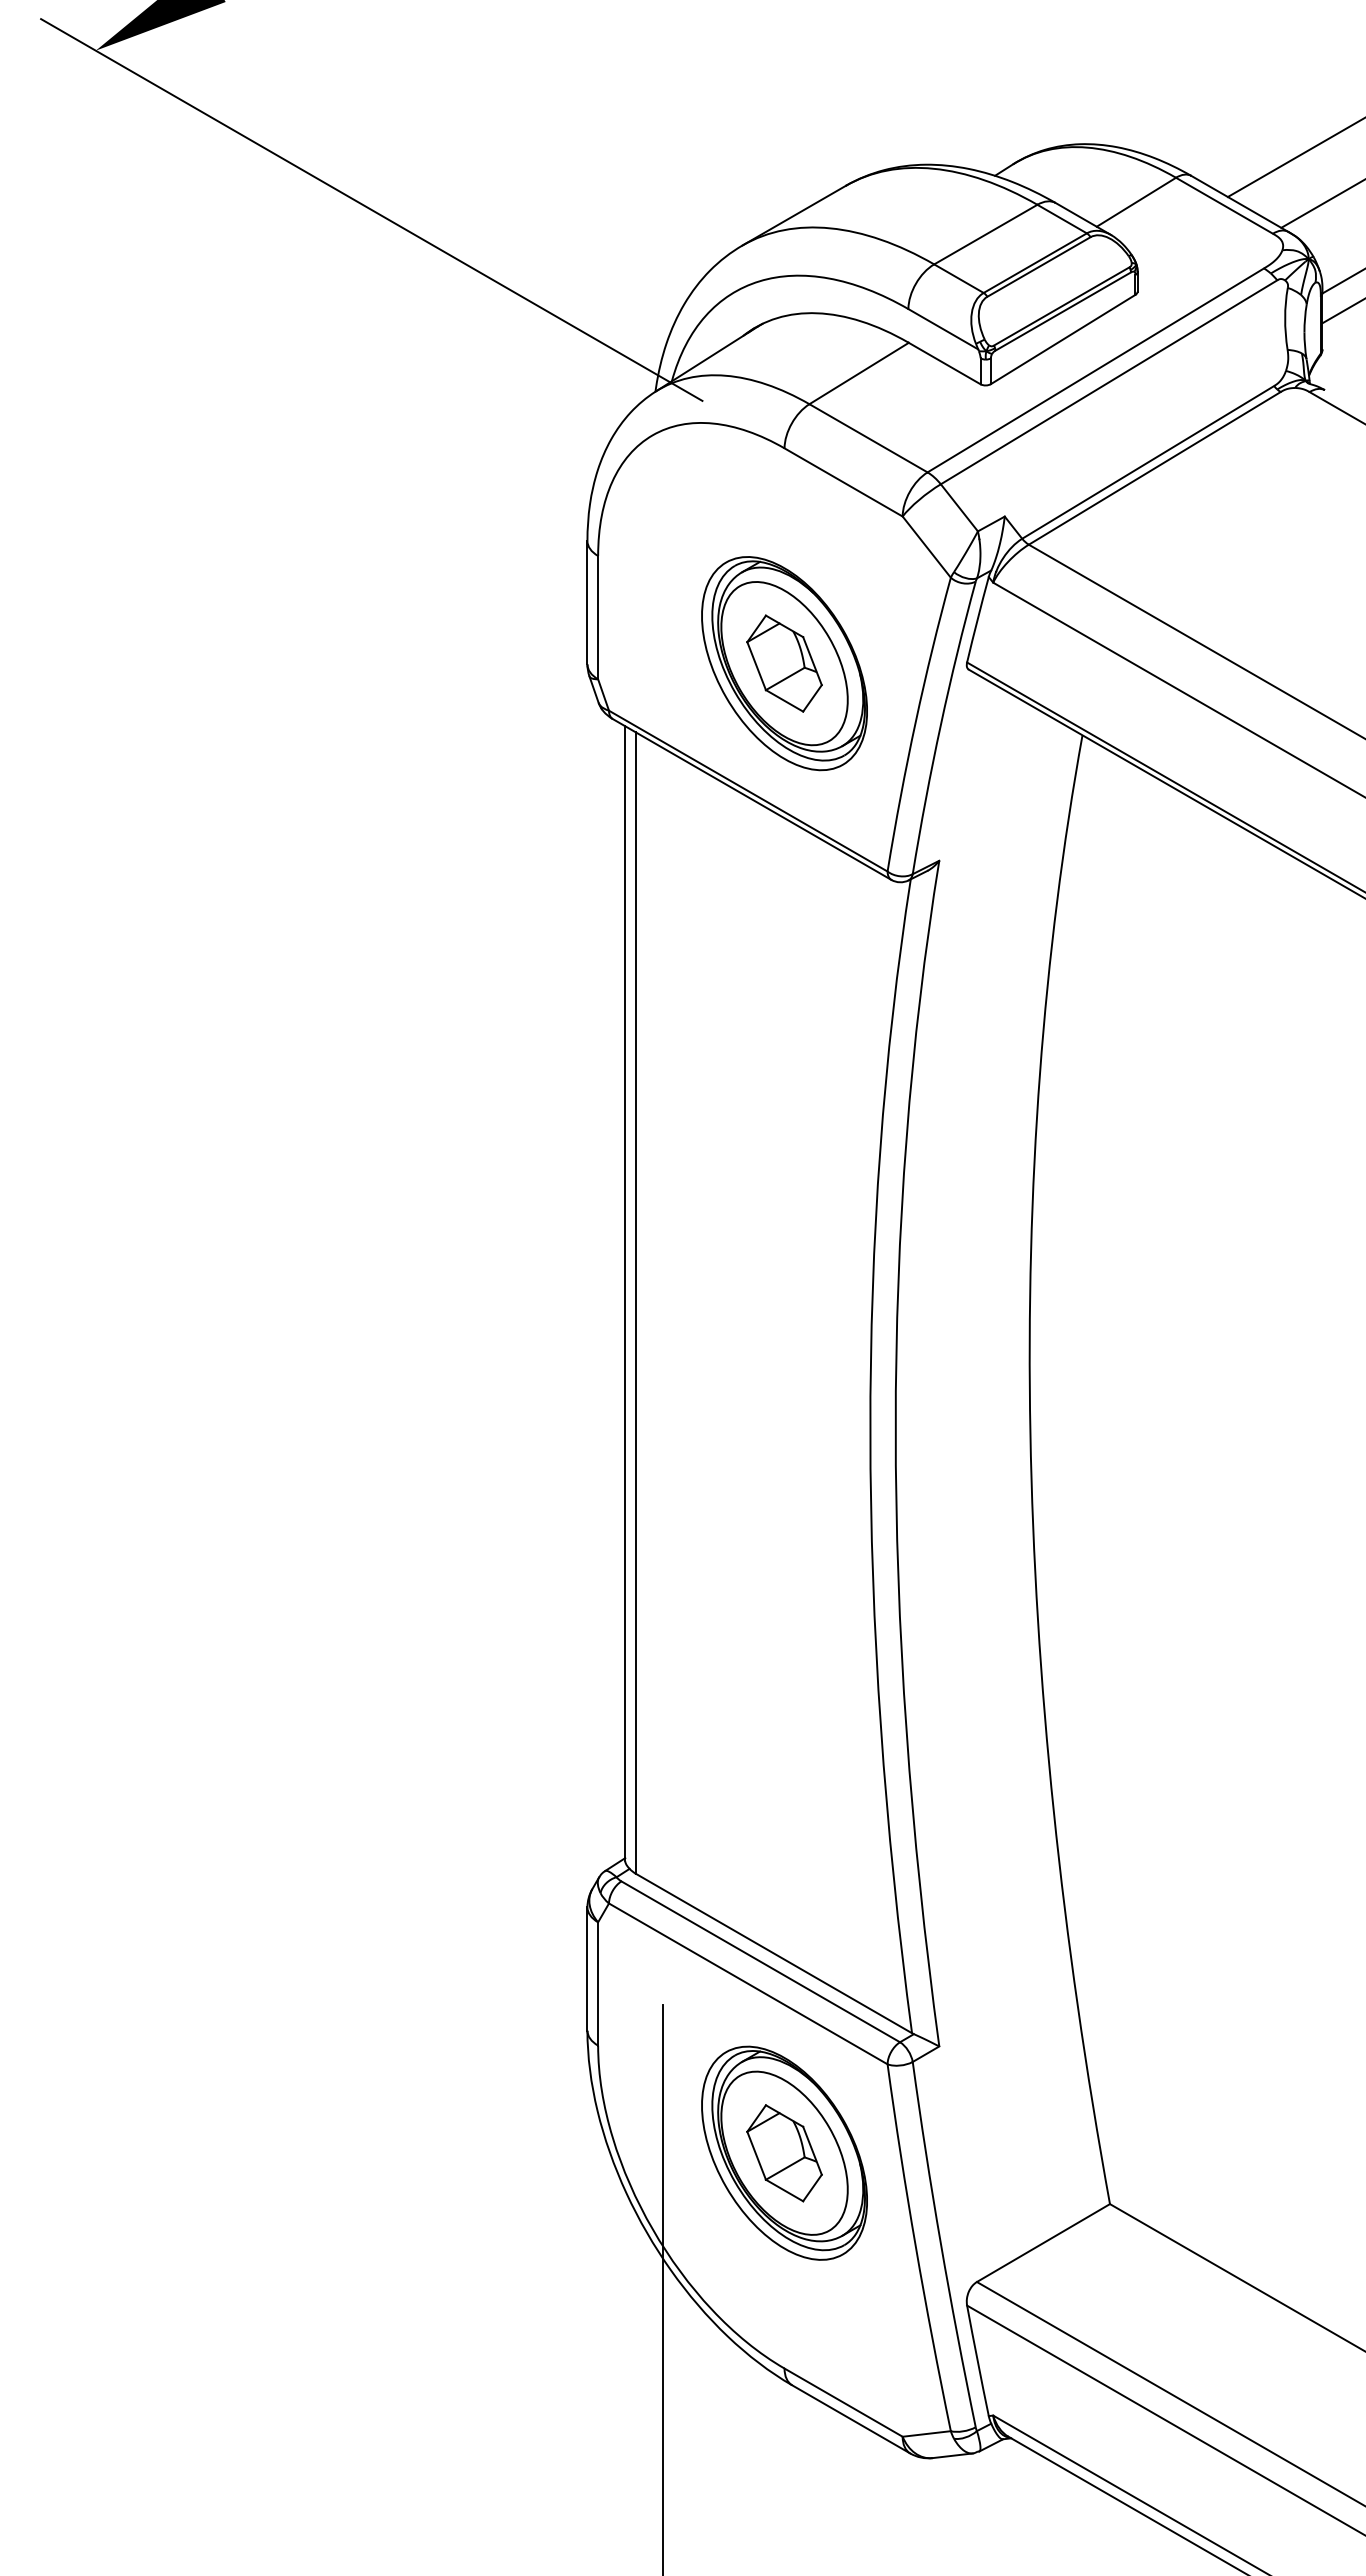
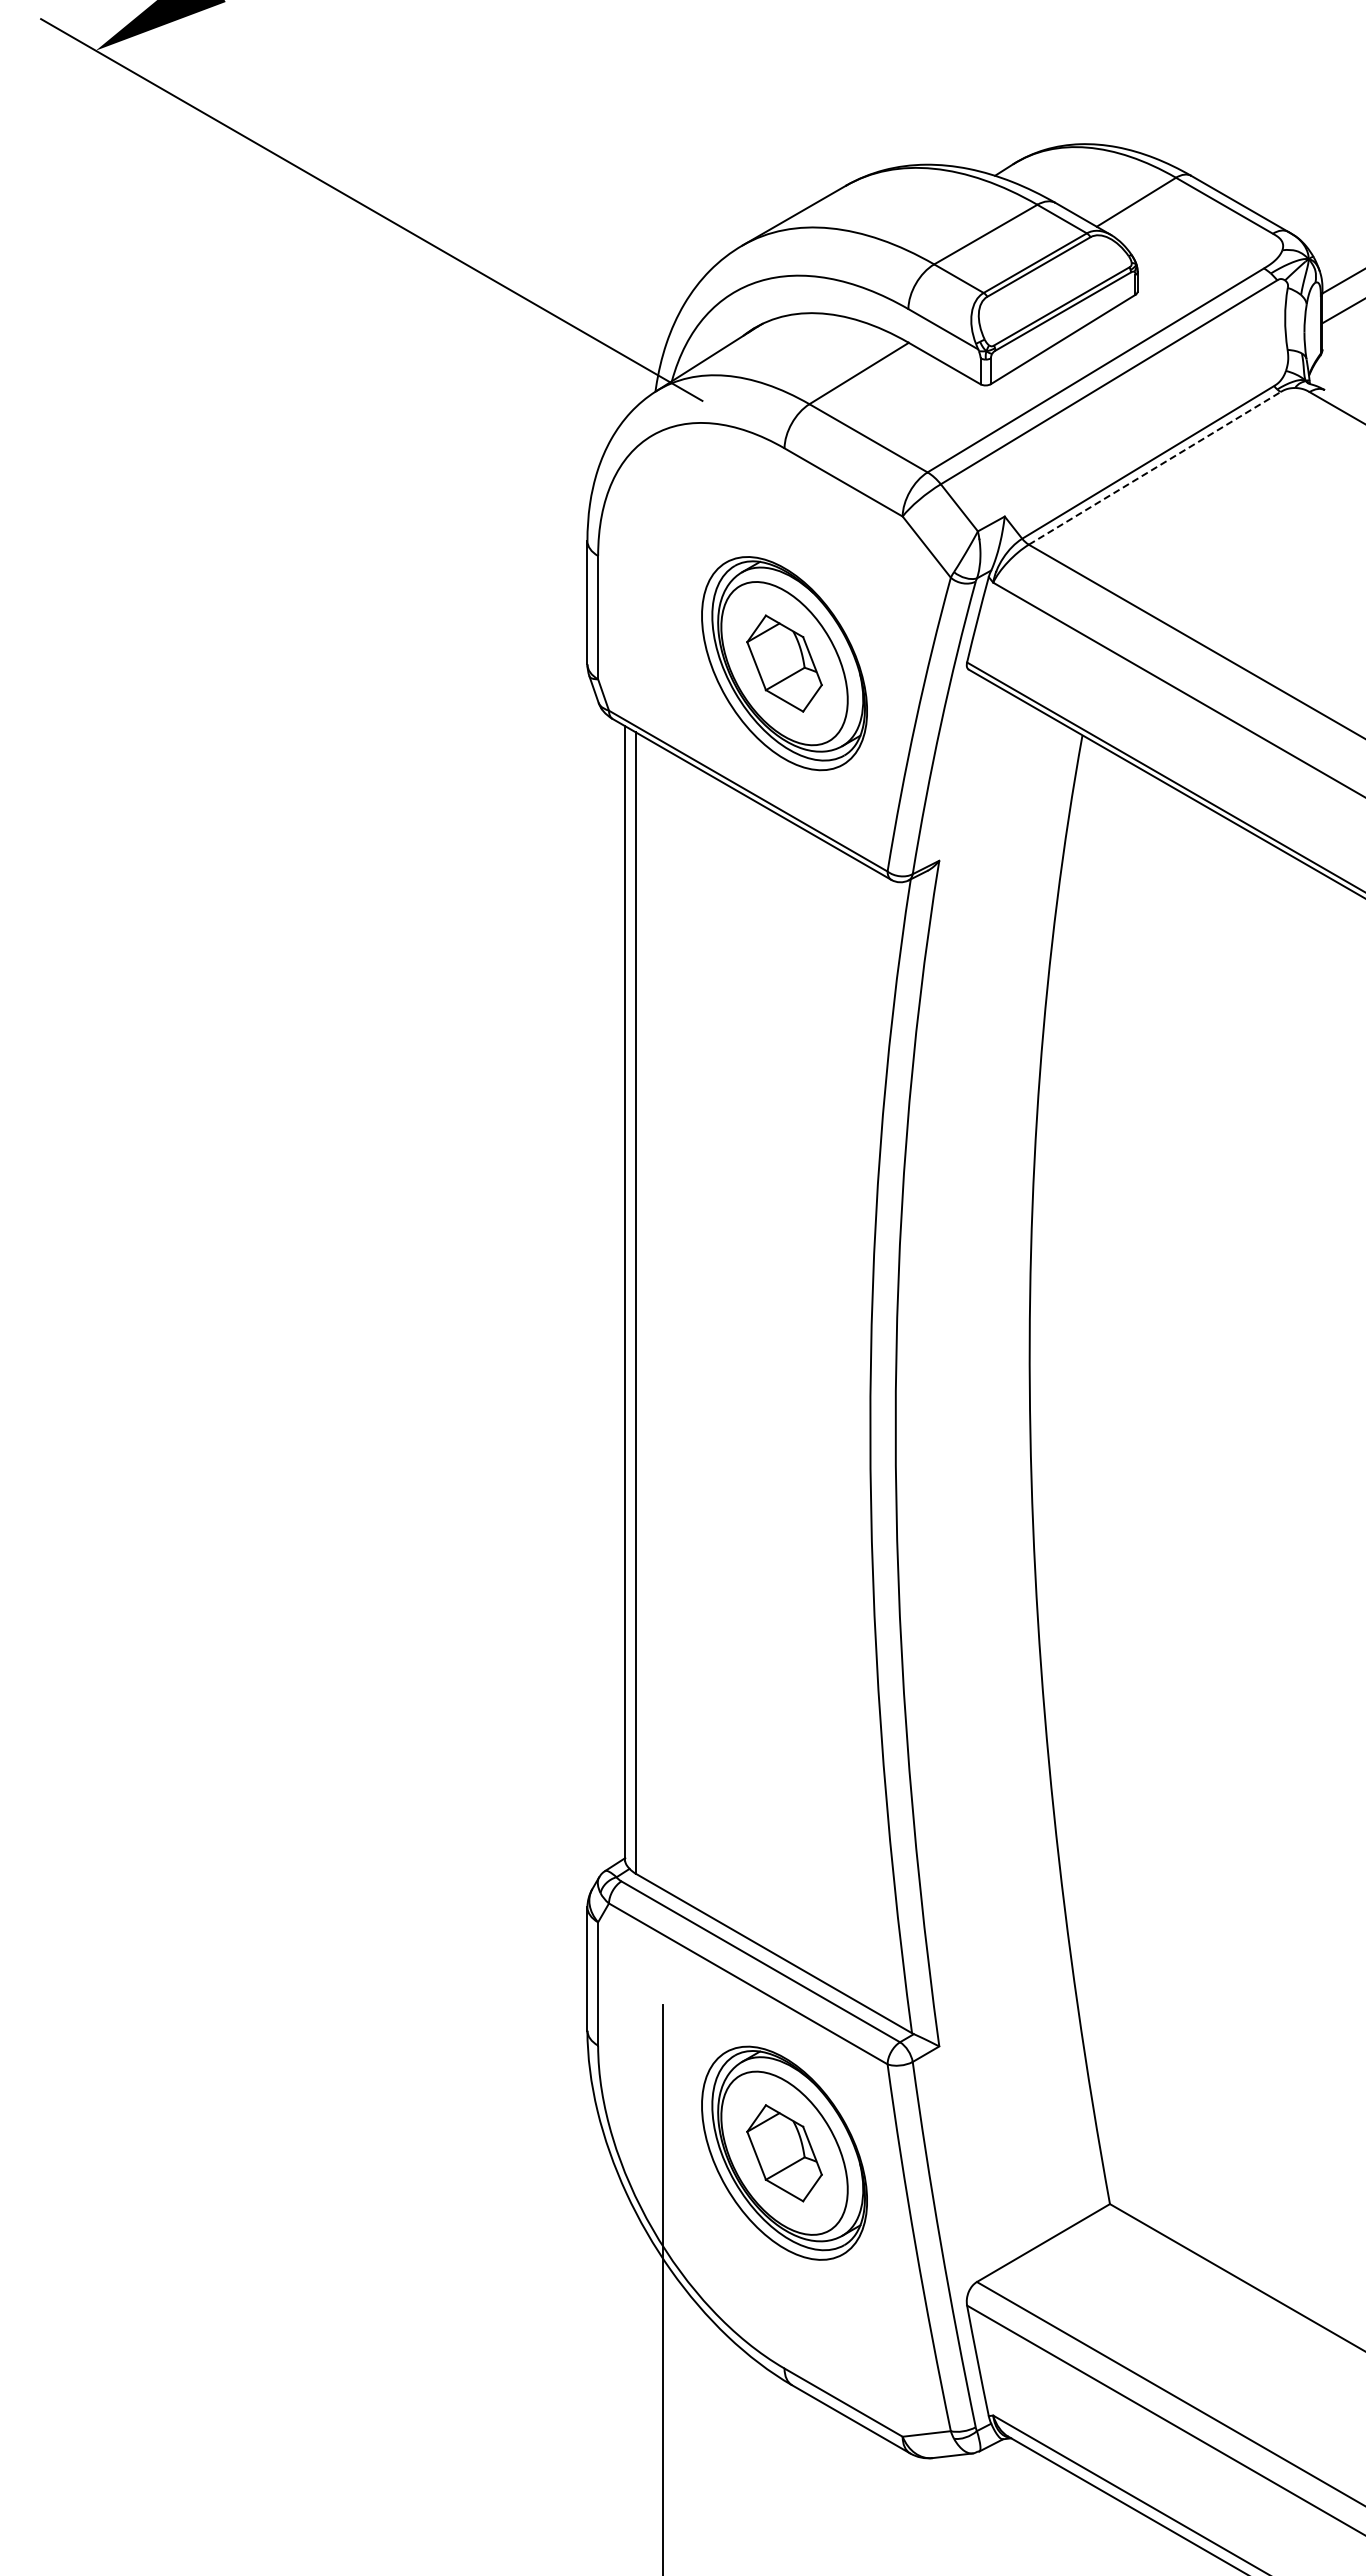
line at (1294, 158): present -> none
line at (1321, 203): present -> none
line at (1155, 468): solid -> dashed
